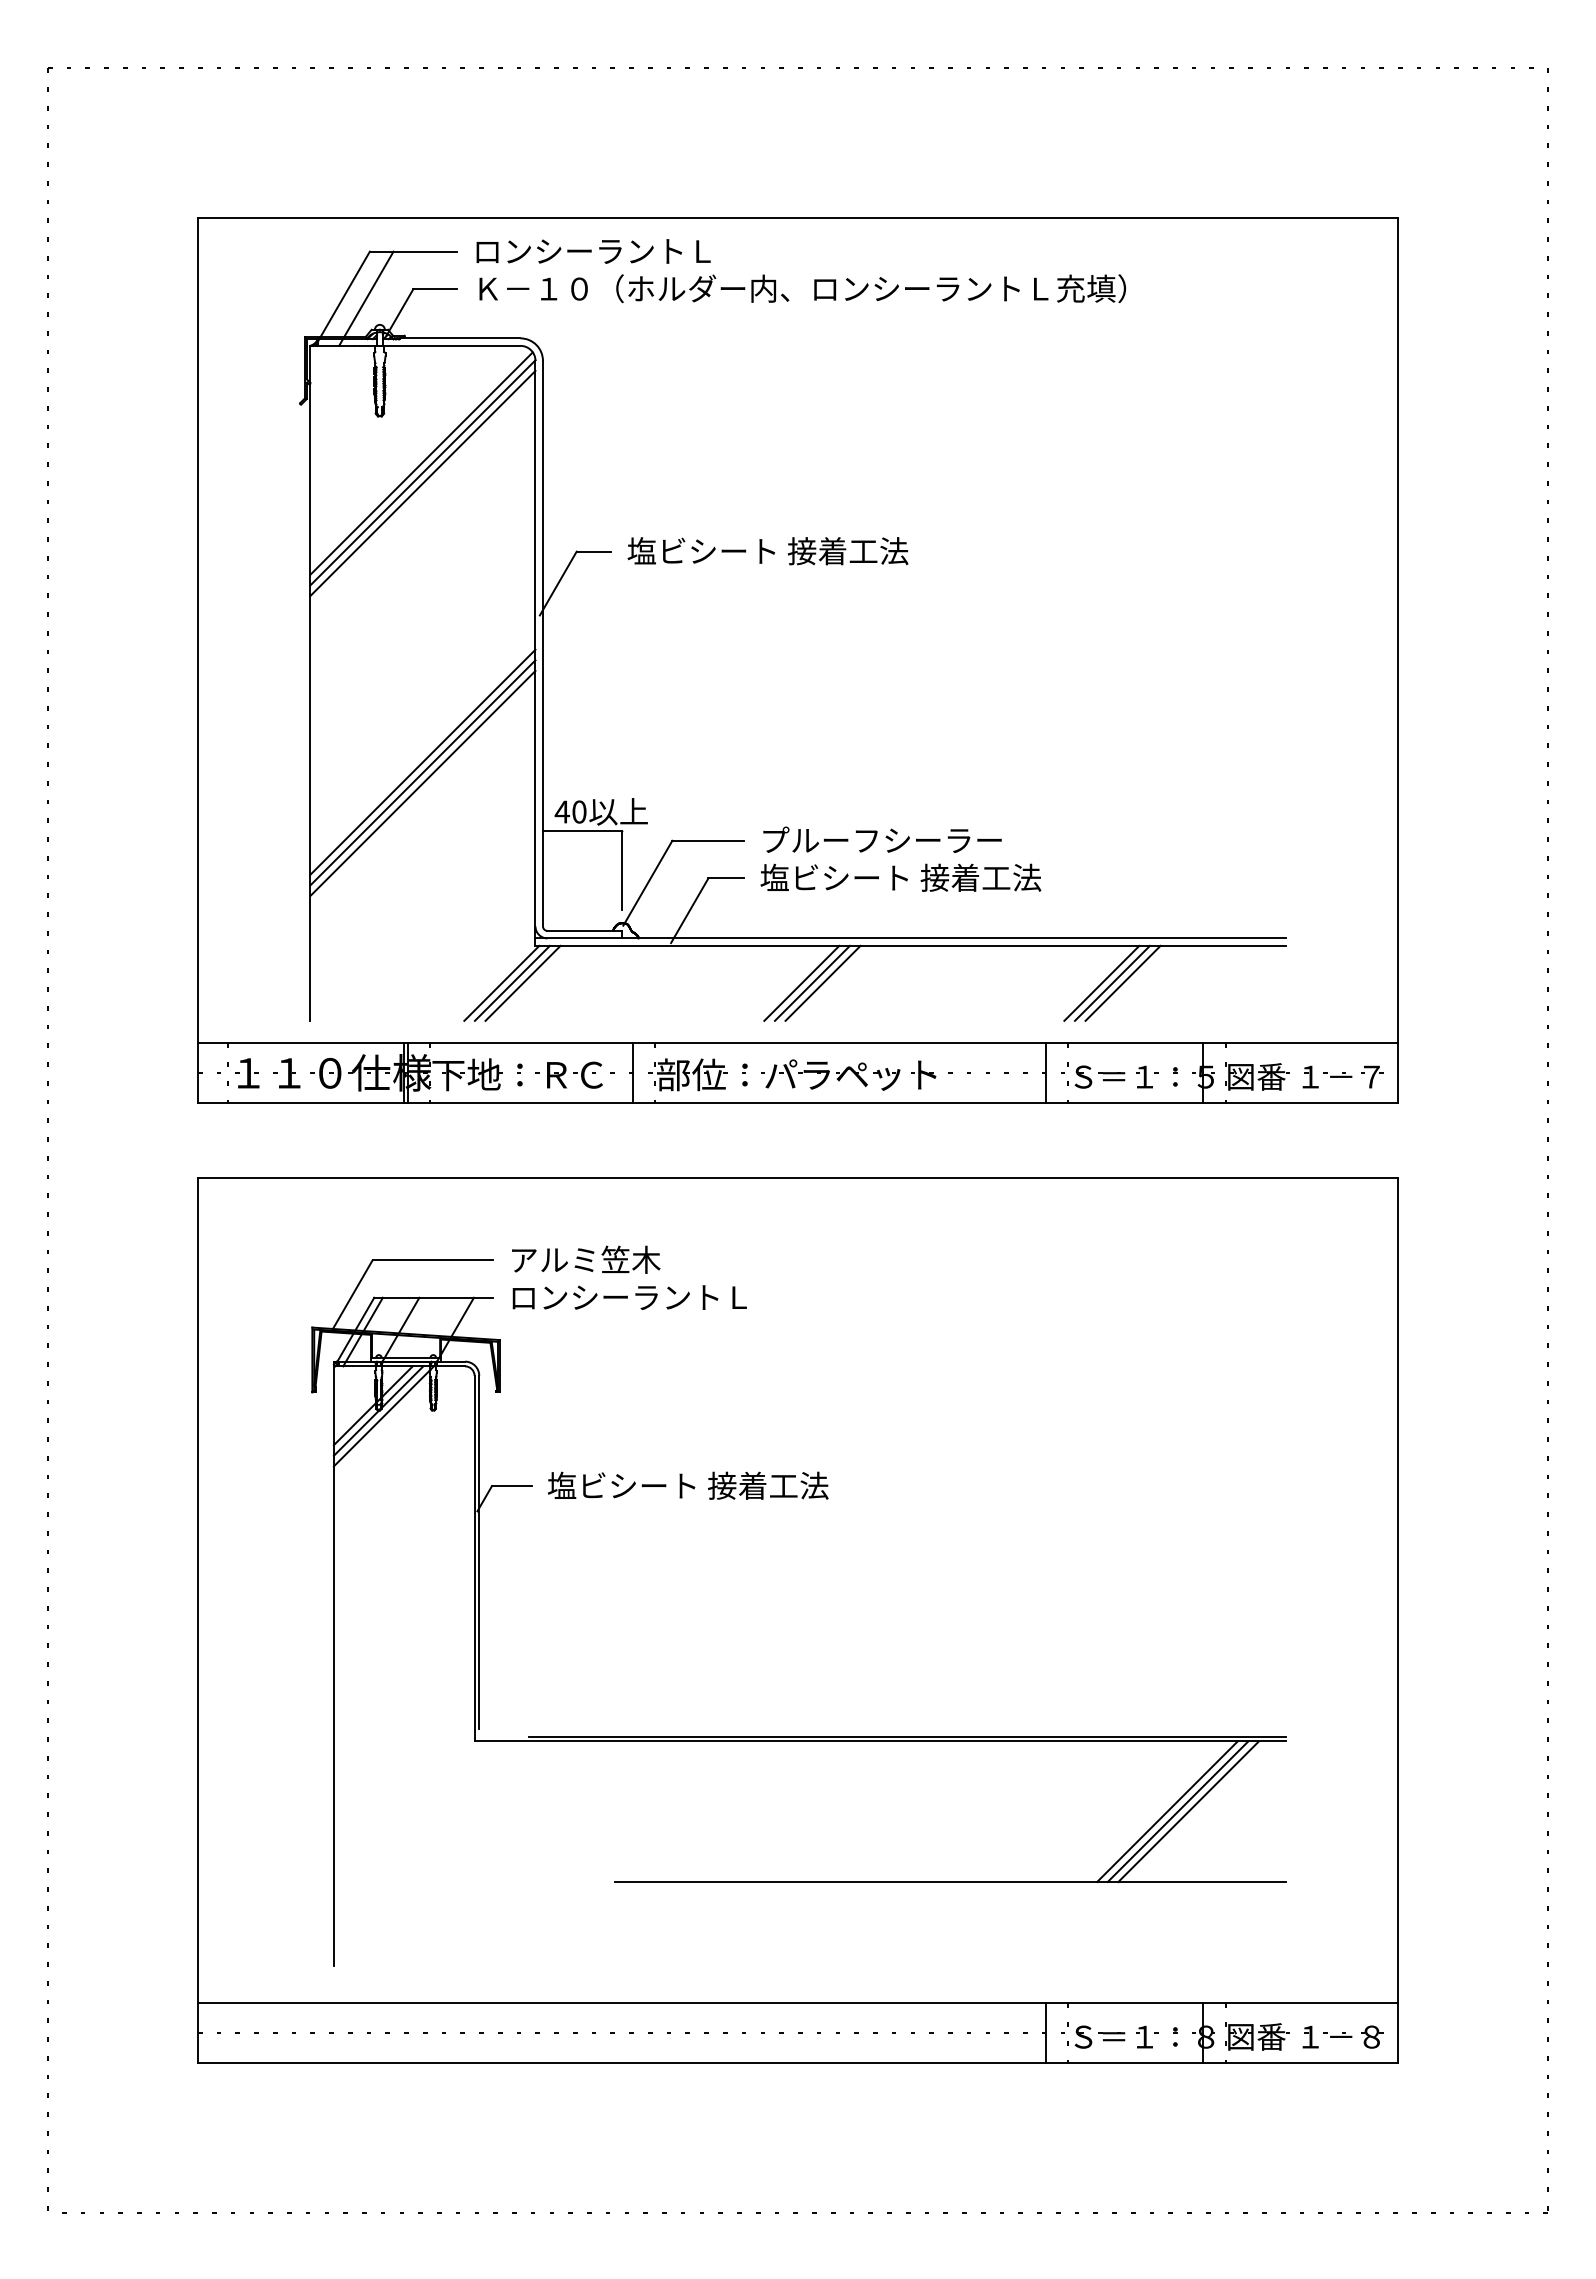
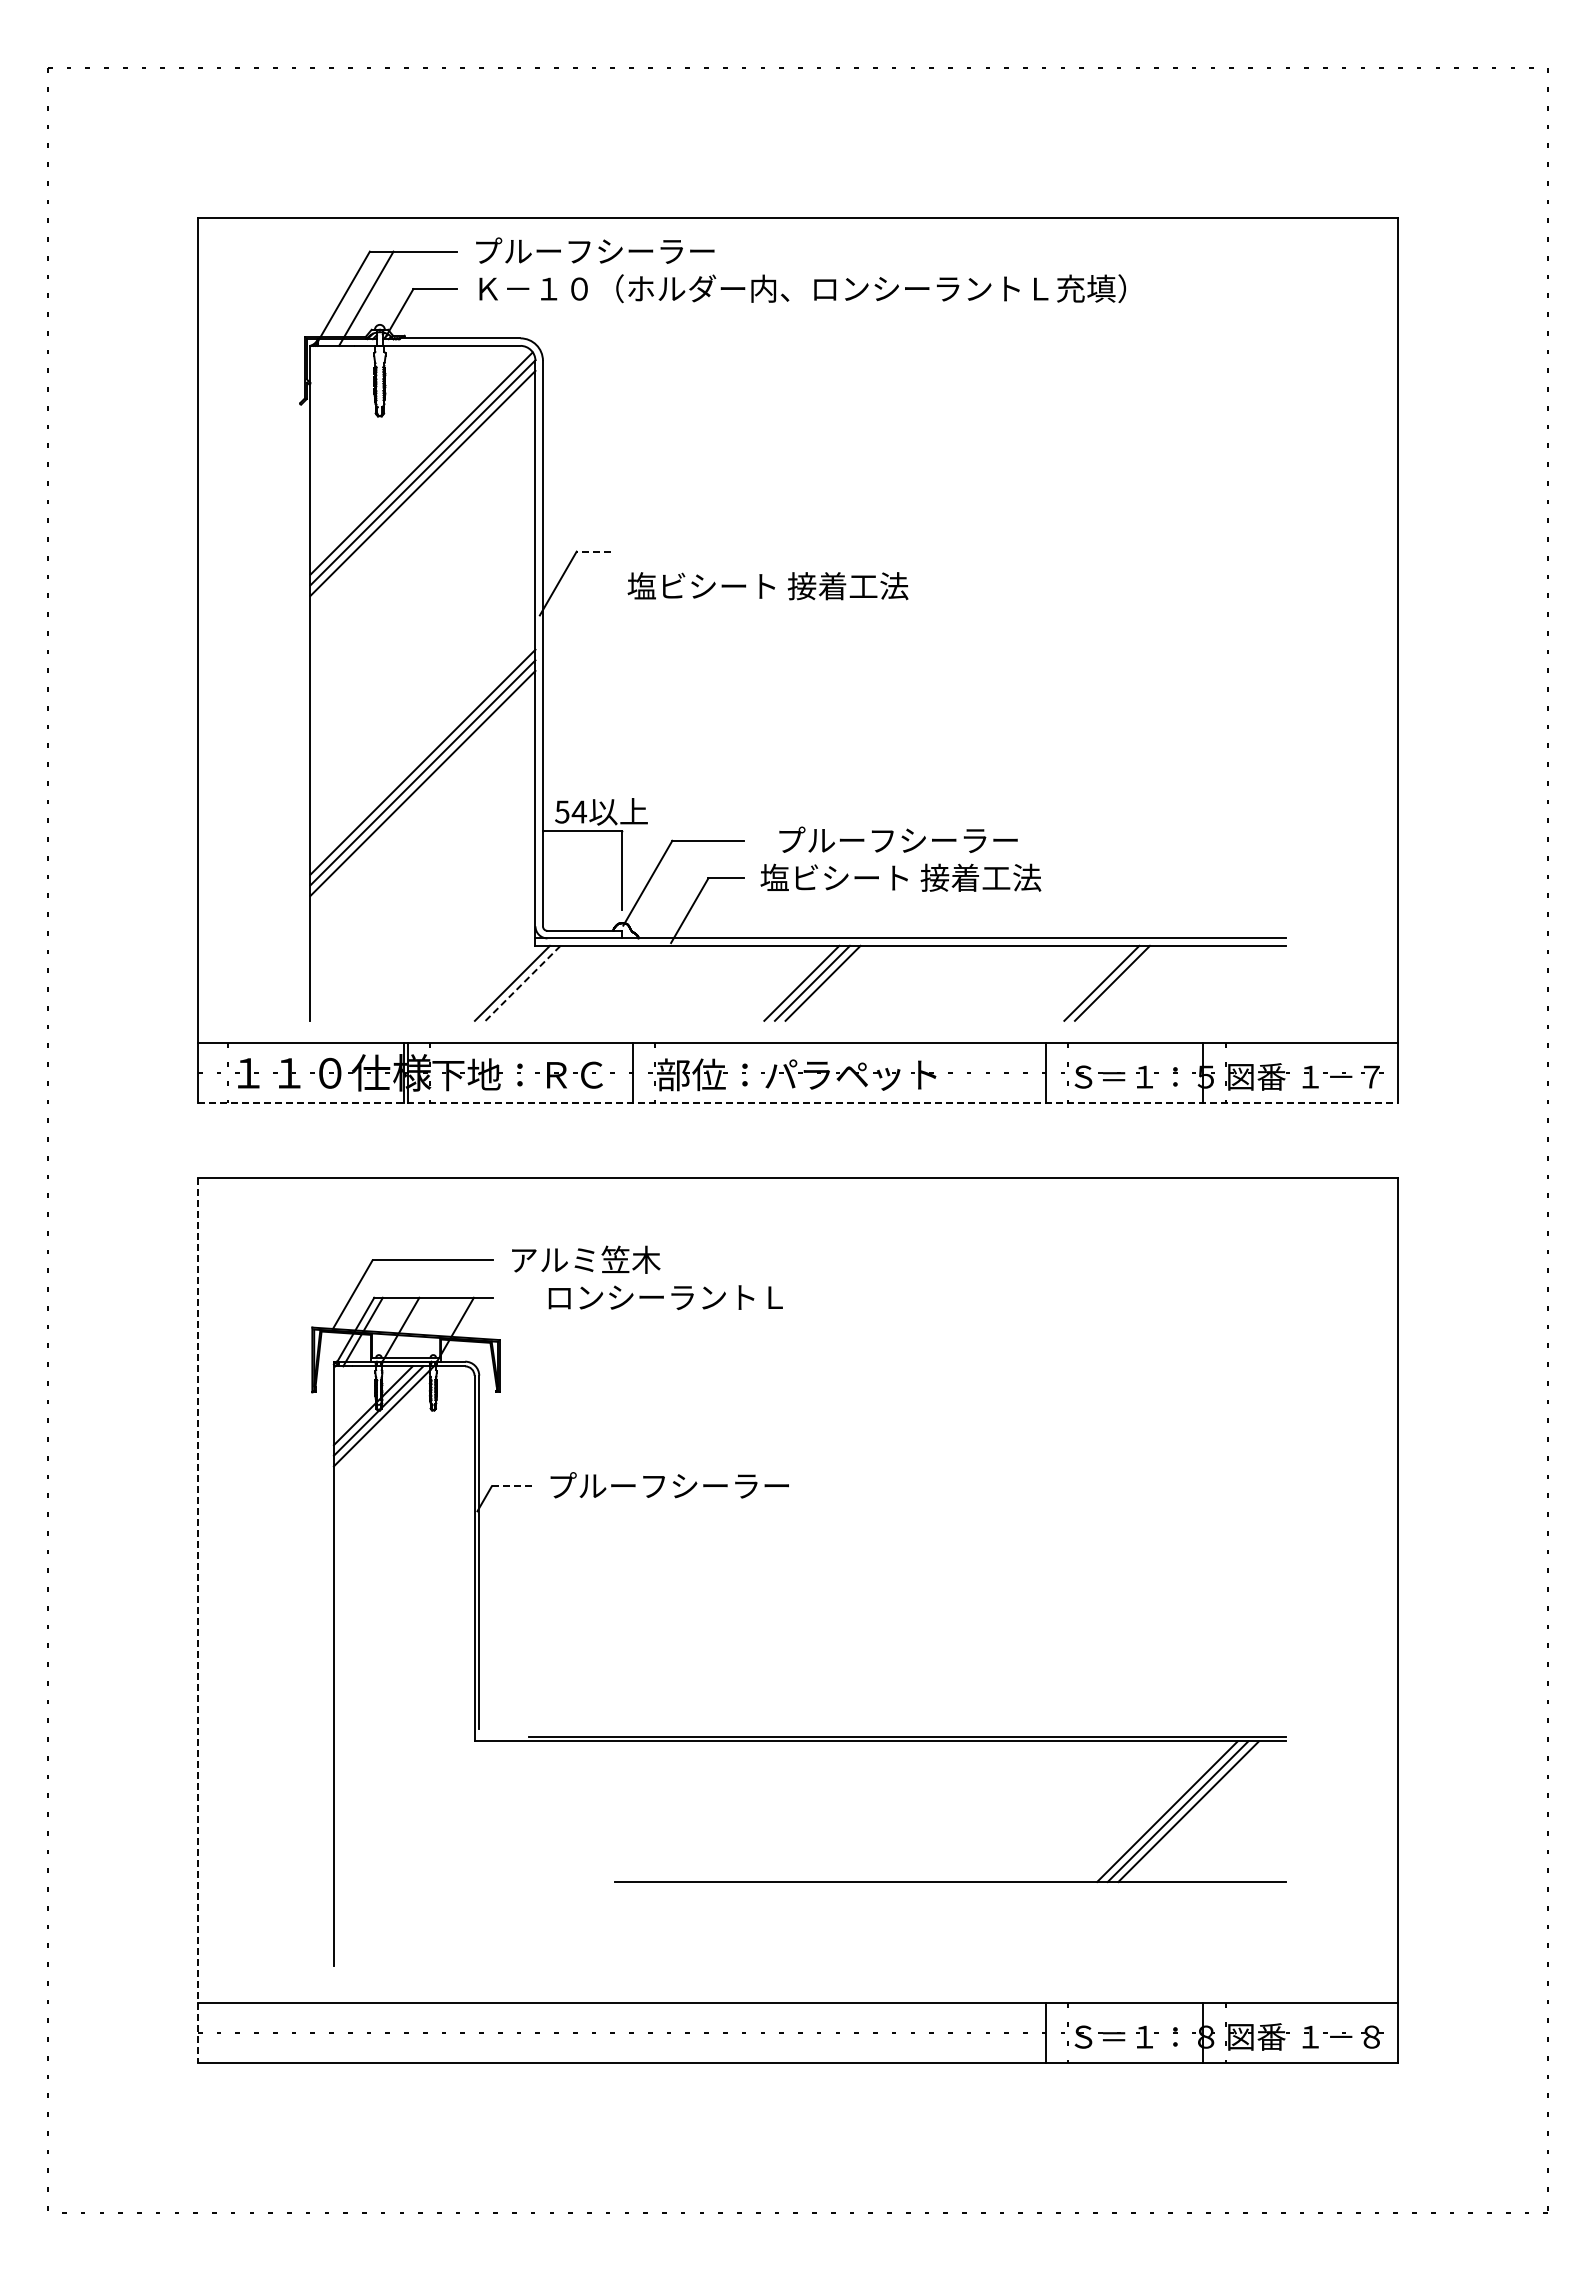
text at (595, 250): ロンシーラントＬ -> プルーフシーラー
line at (593, 551): solid -> dashed
text at (767, 551) position: (767, 551) -> (767, 586)
text at (570, 811): 40 -> 54
text at (882, 839) position: (882, 839) -> (898, 839)
line at (501, 982): present -> none
line at (1122, 982): present -> none
line at (523, 983): solid -> dashed
line at (798, 1103): solid -> dashed
text at (629, 1297) position: (629, 1297) -> (665, 1297)
text at (687, 1485): 塩ビシート 接着工法 -> プルーフシーラー
line at (511, 1486): solid -> dashed
line at (197, 1620): solid -> dashed
